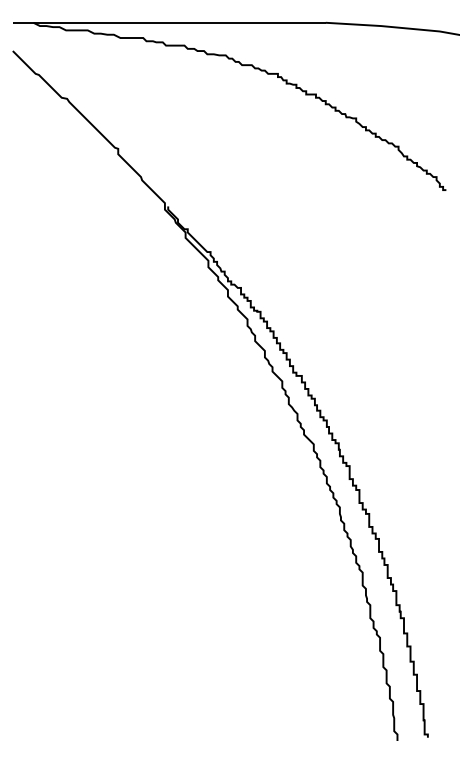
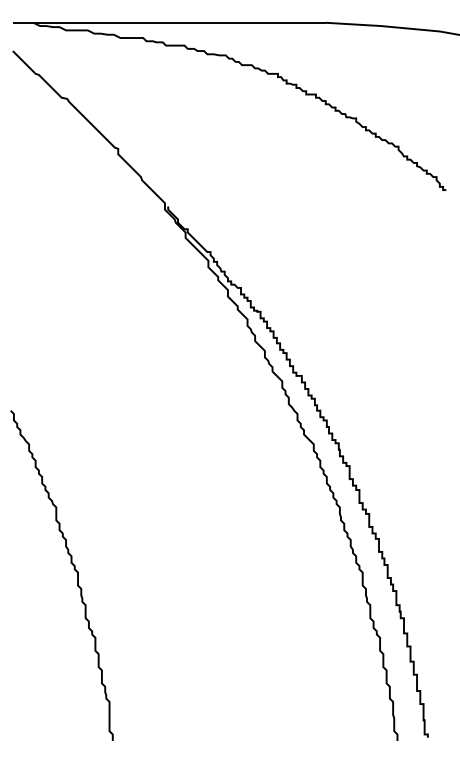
curve at (73, 569): none -> present
